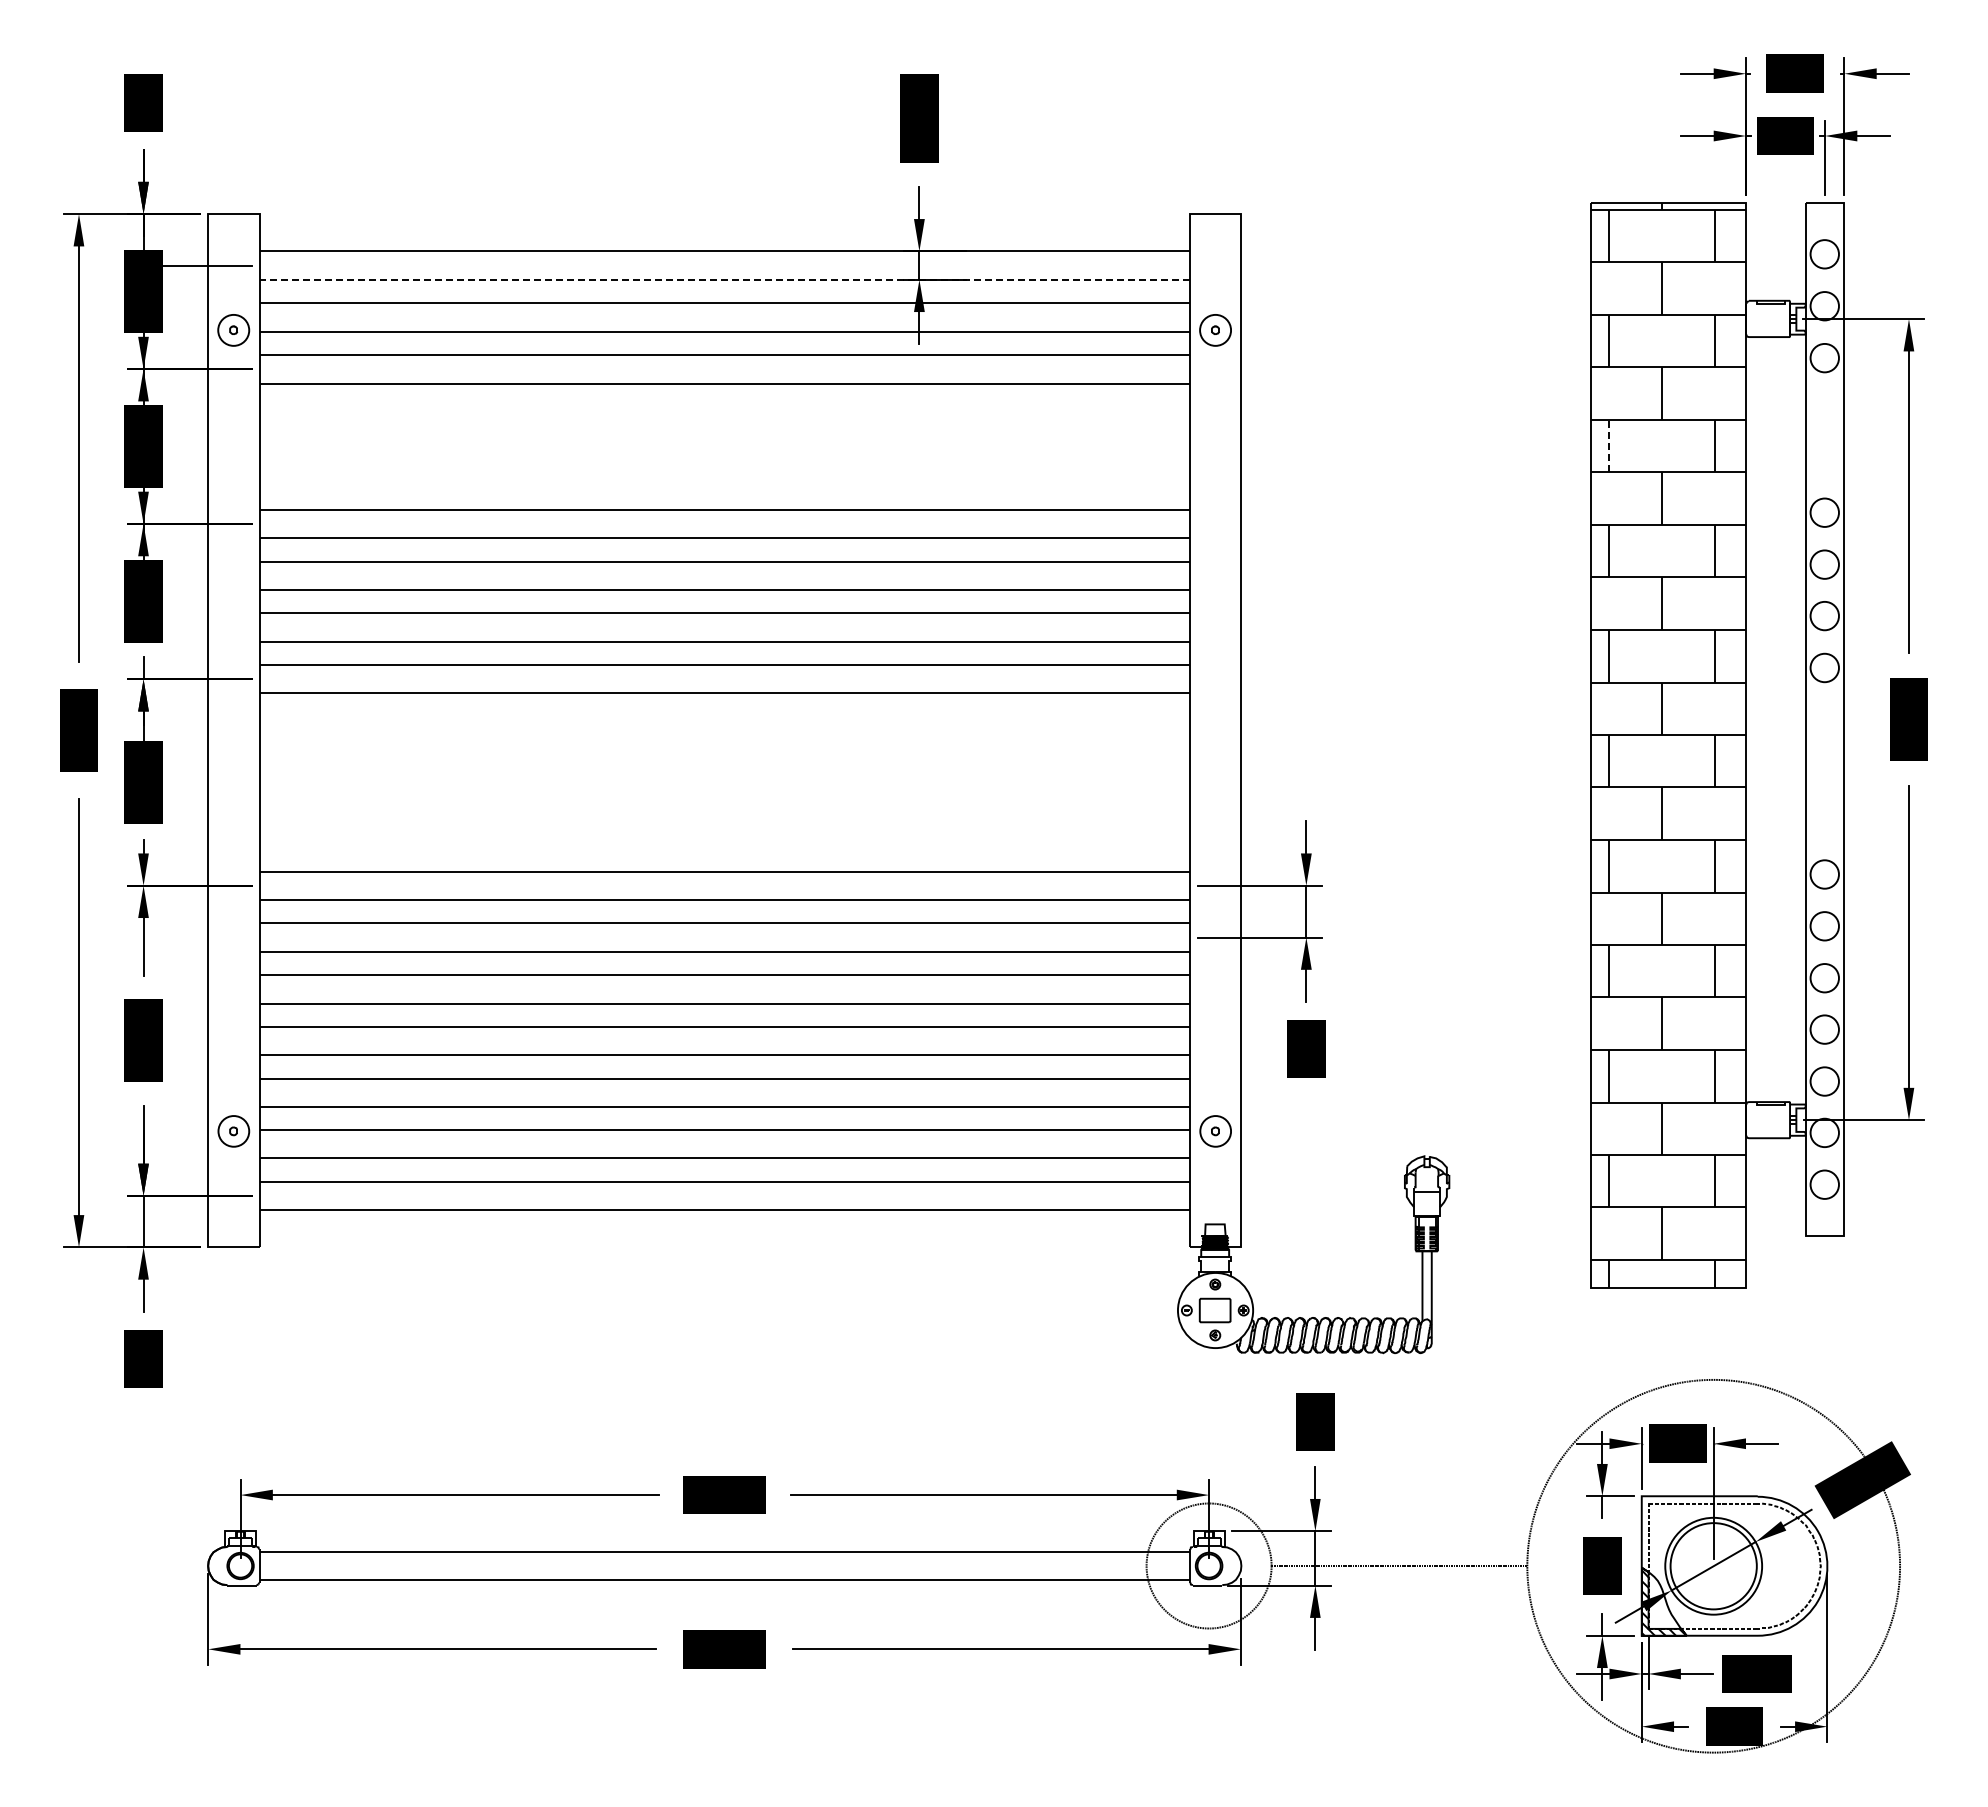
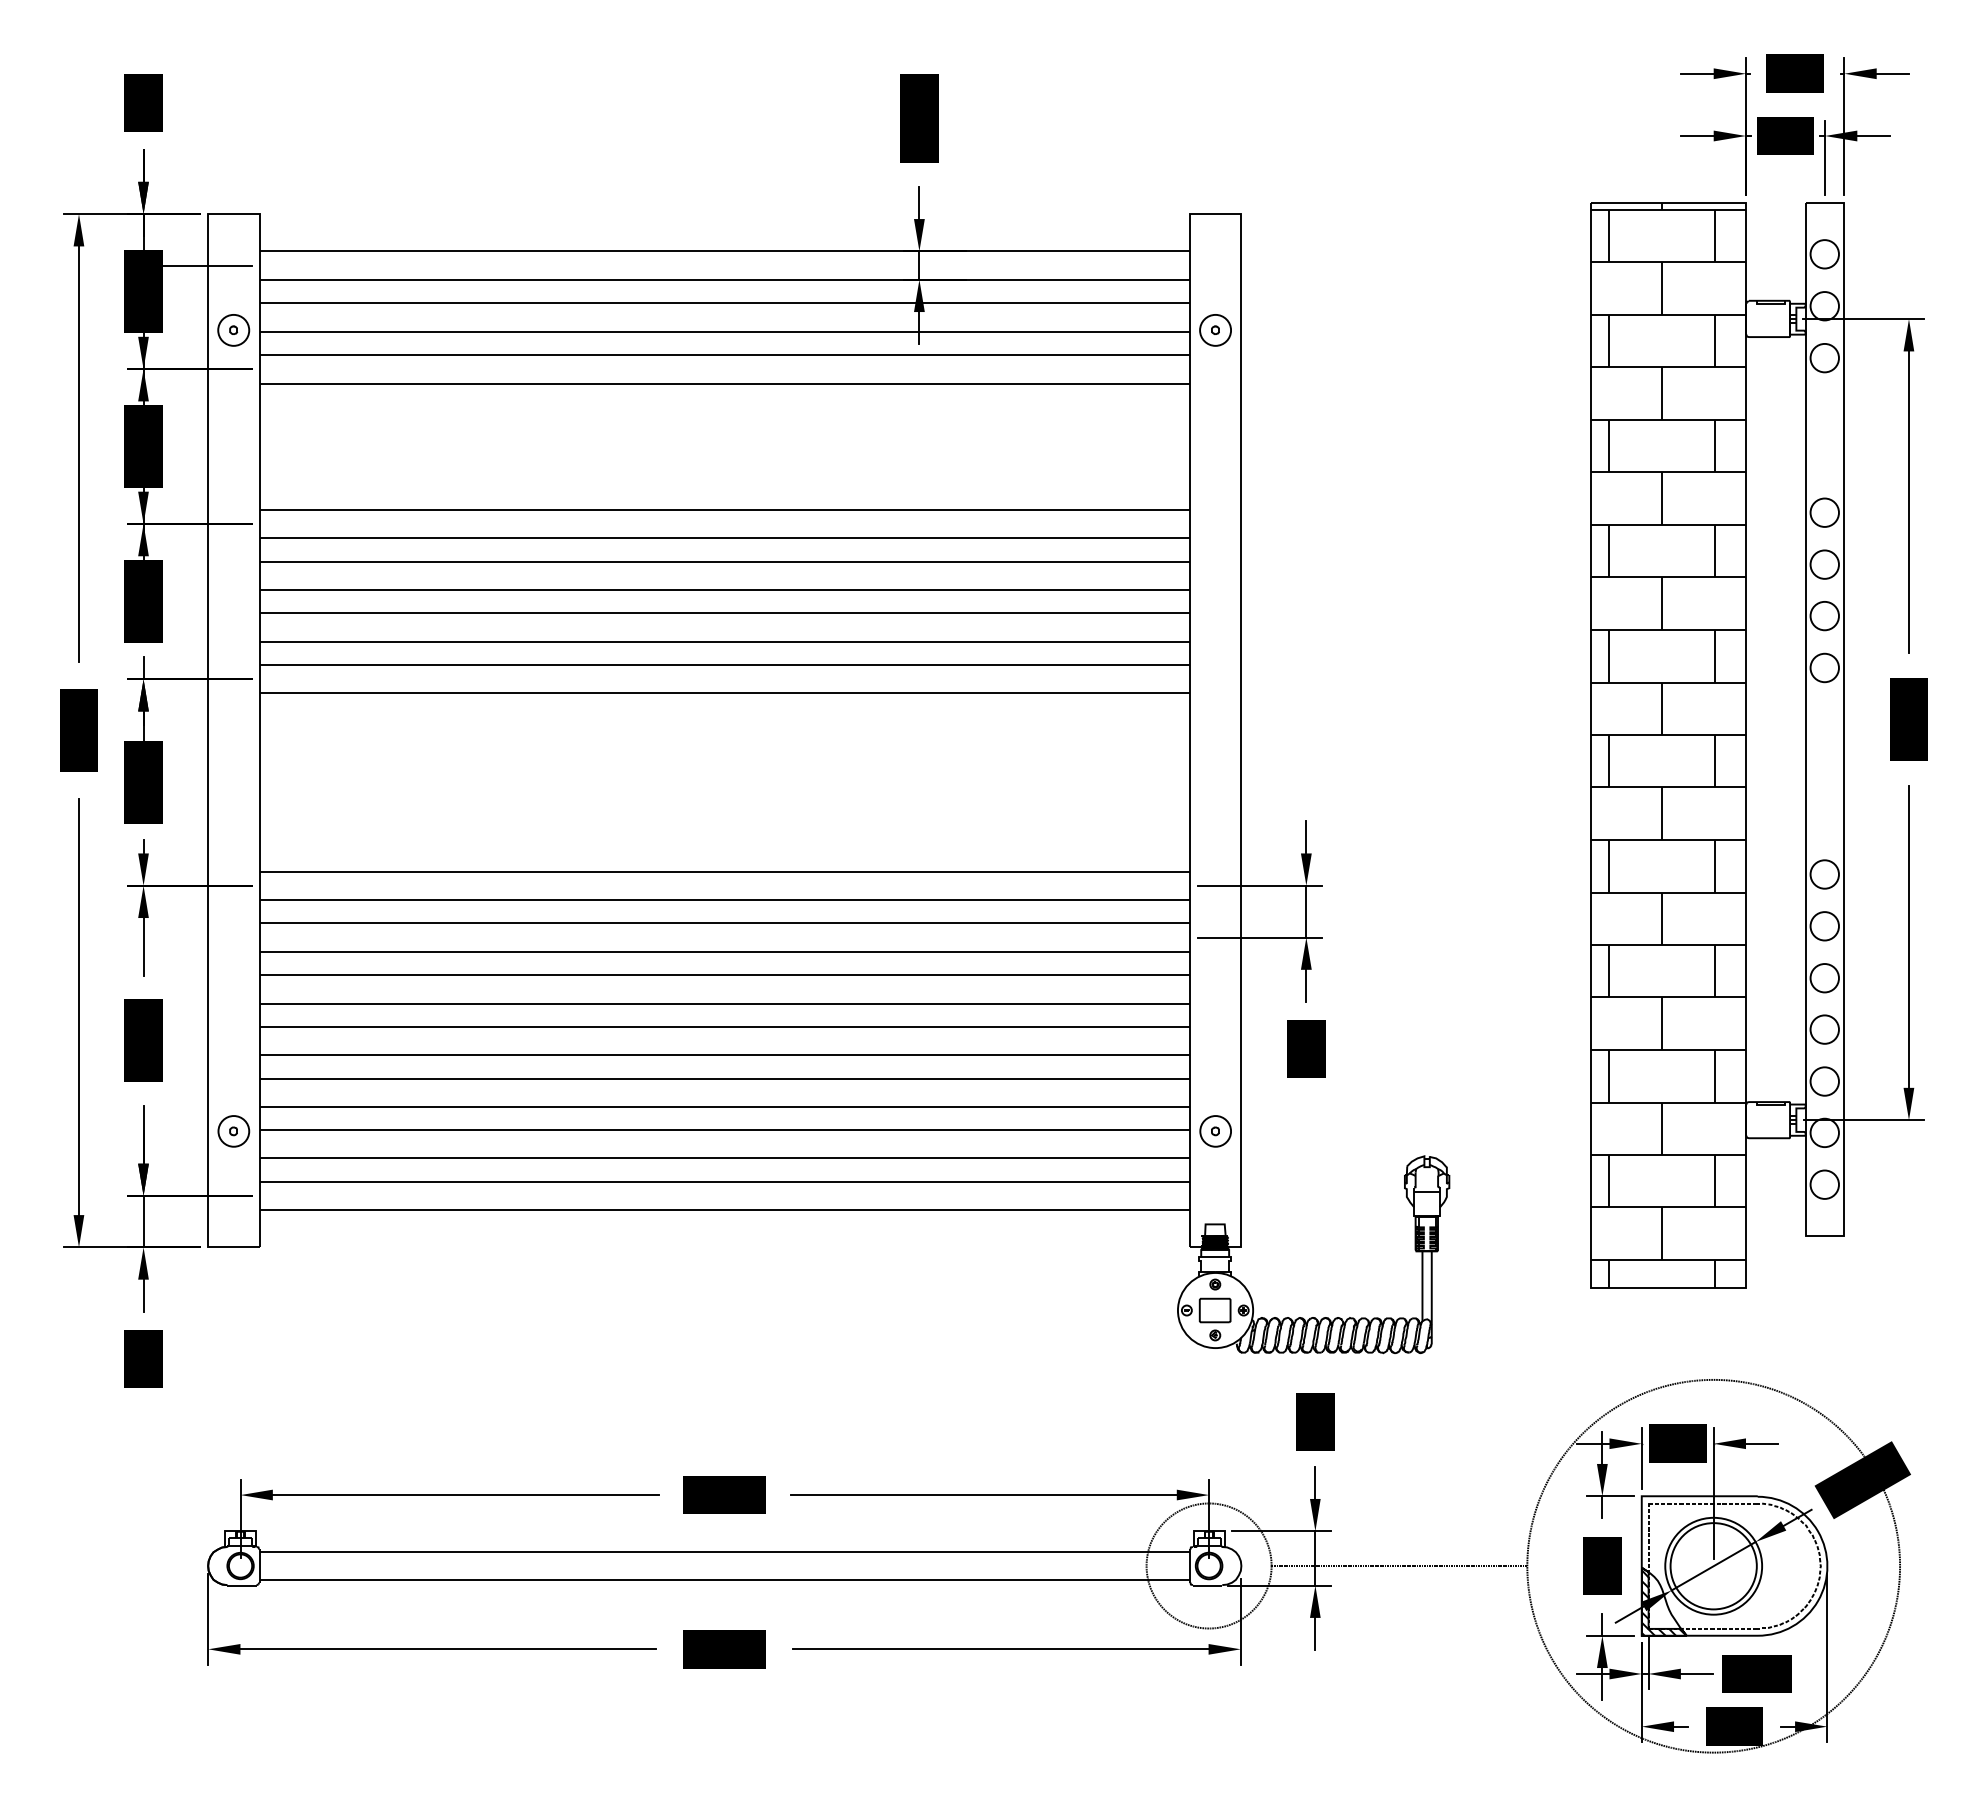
line at (724, 279): dashed -> solid
line at (1609, 445): dashed -> solid
